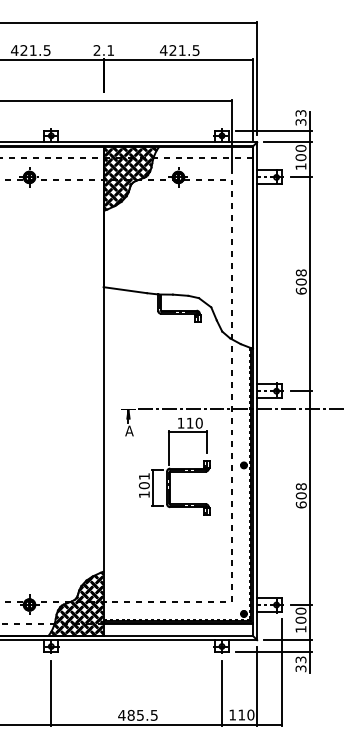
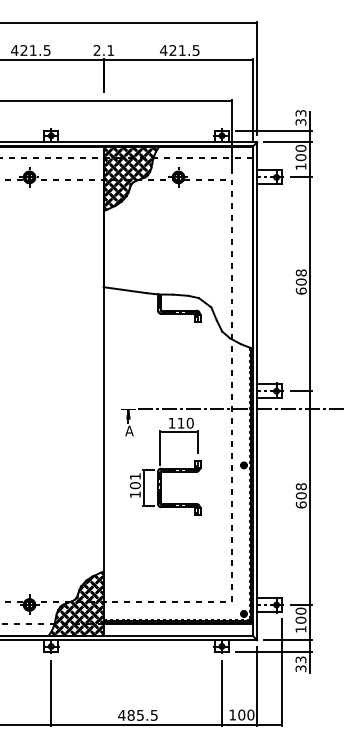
part at (174, 466) position: (174, 466) -> (165, 466)
text at (241, 714): 110 -> 100
